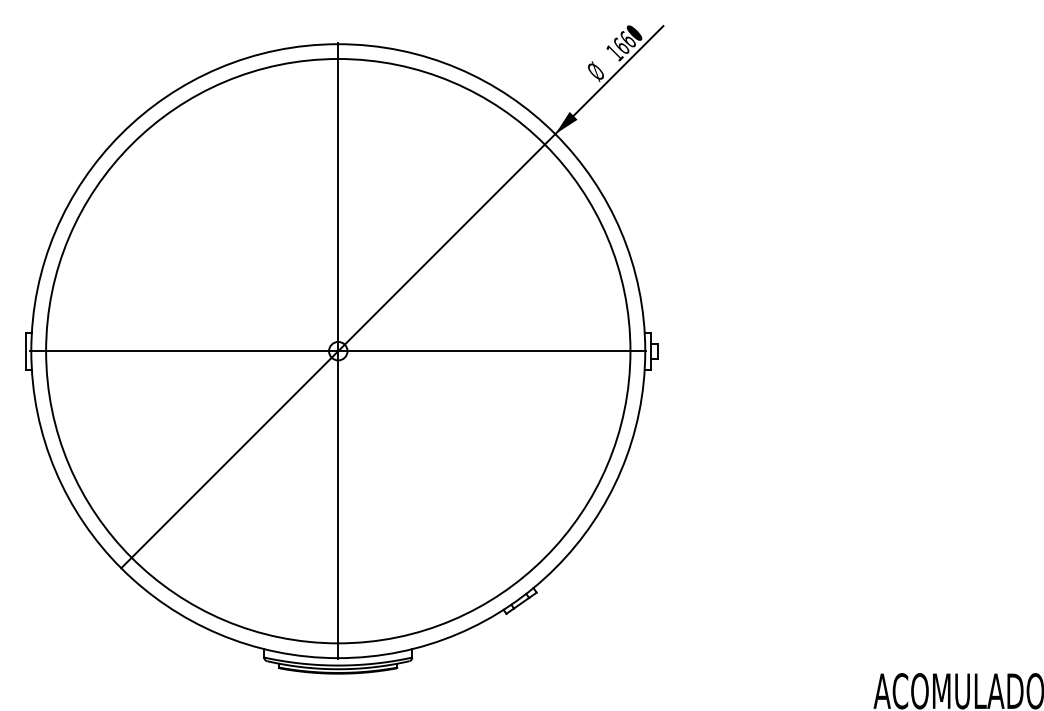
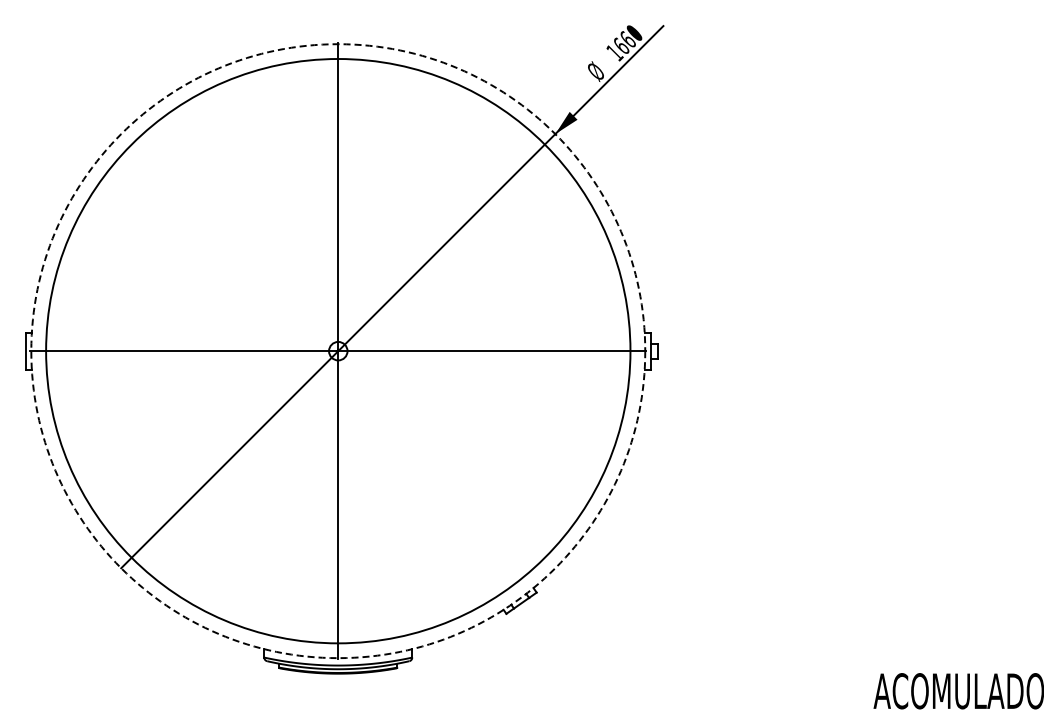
circle at (338, 351): solid -> dashed
